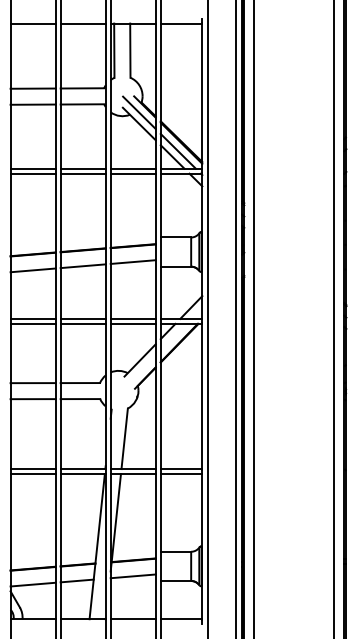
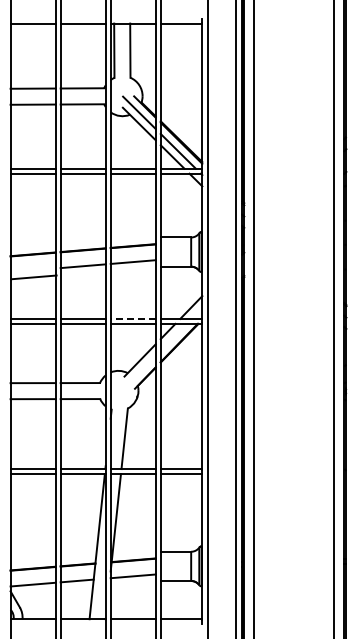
line at (32, 270) position: (32, 270) -> (33, 277)
line at (133, 318): solid -> dashed
